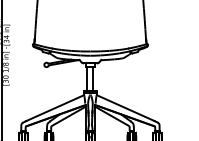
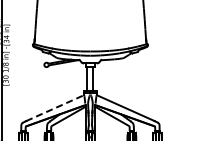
line at (55, 108): solid -> dashed
